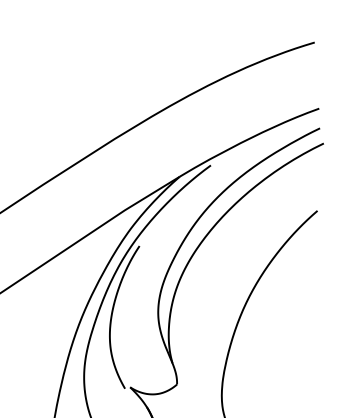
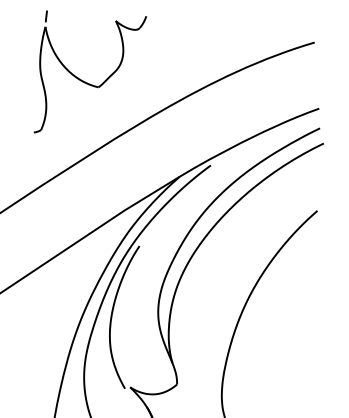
part at (85, 81): none -> present
